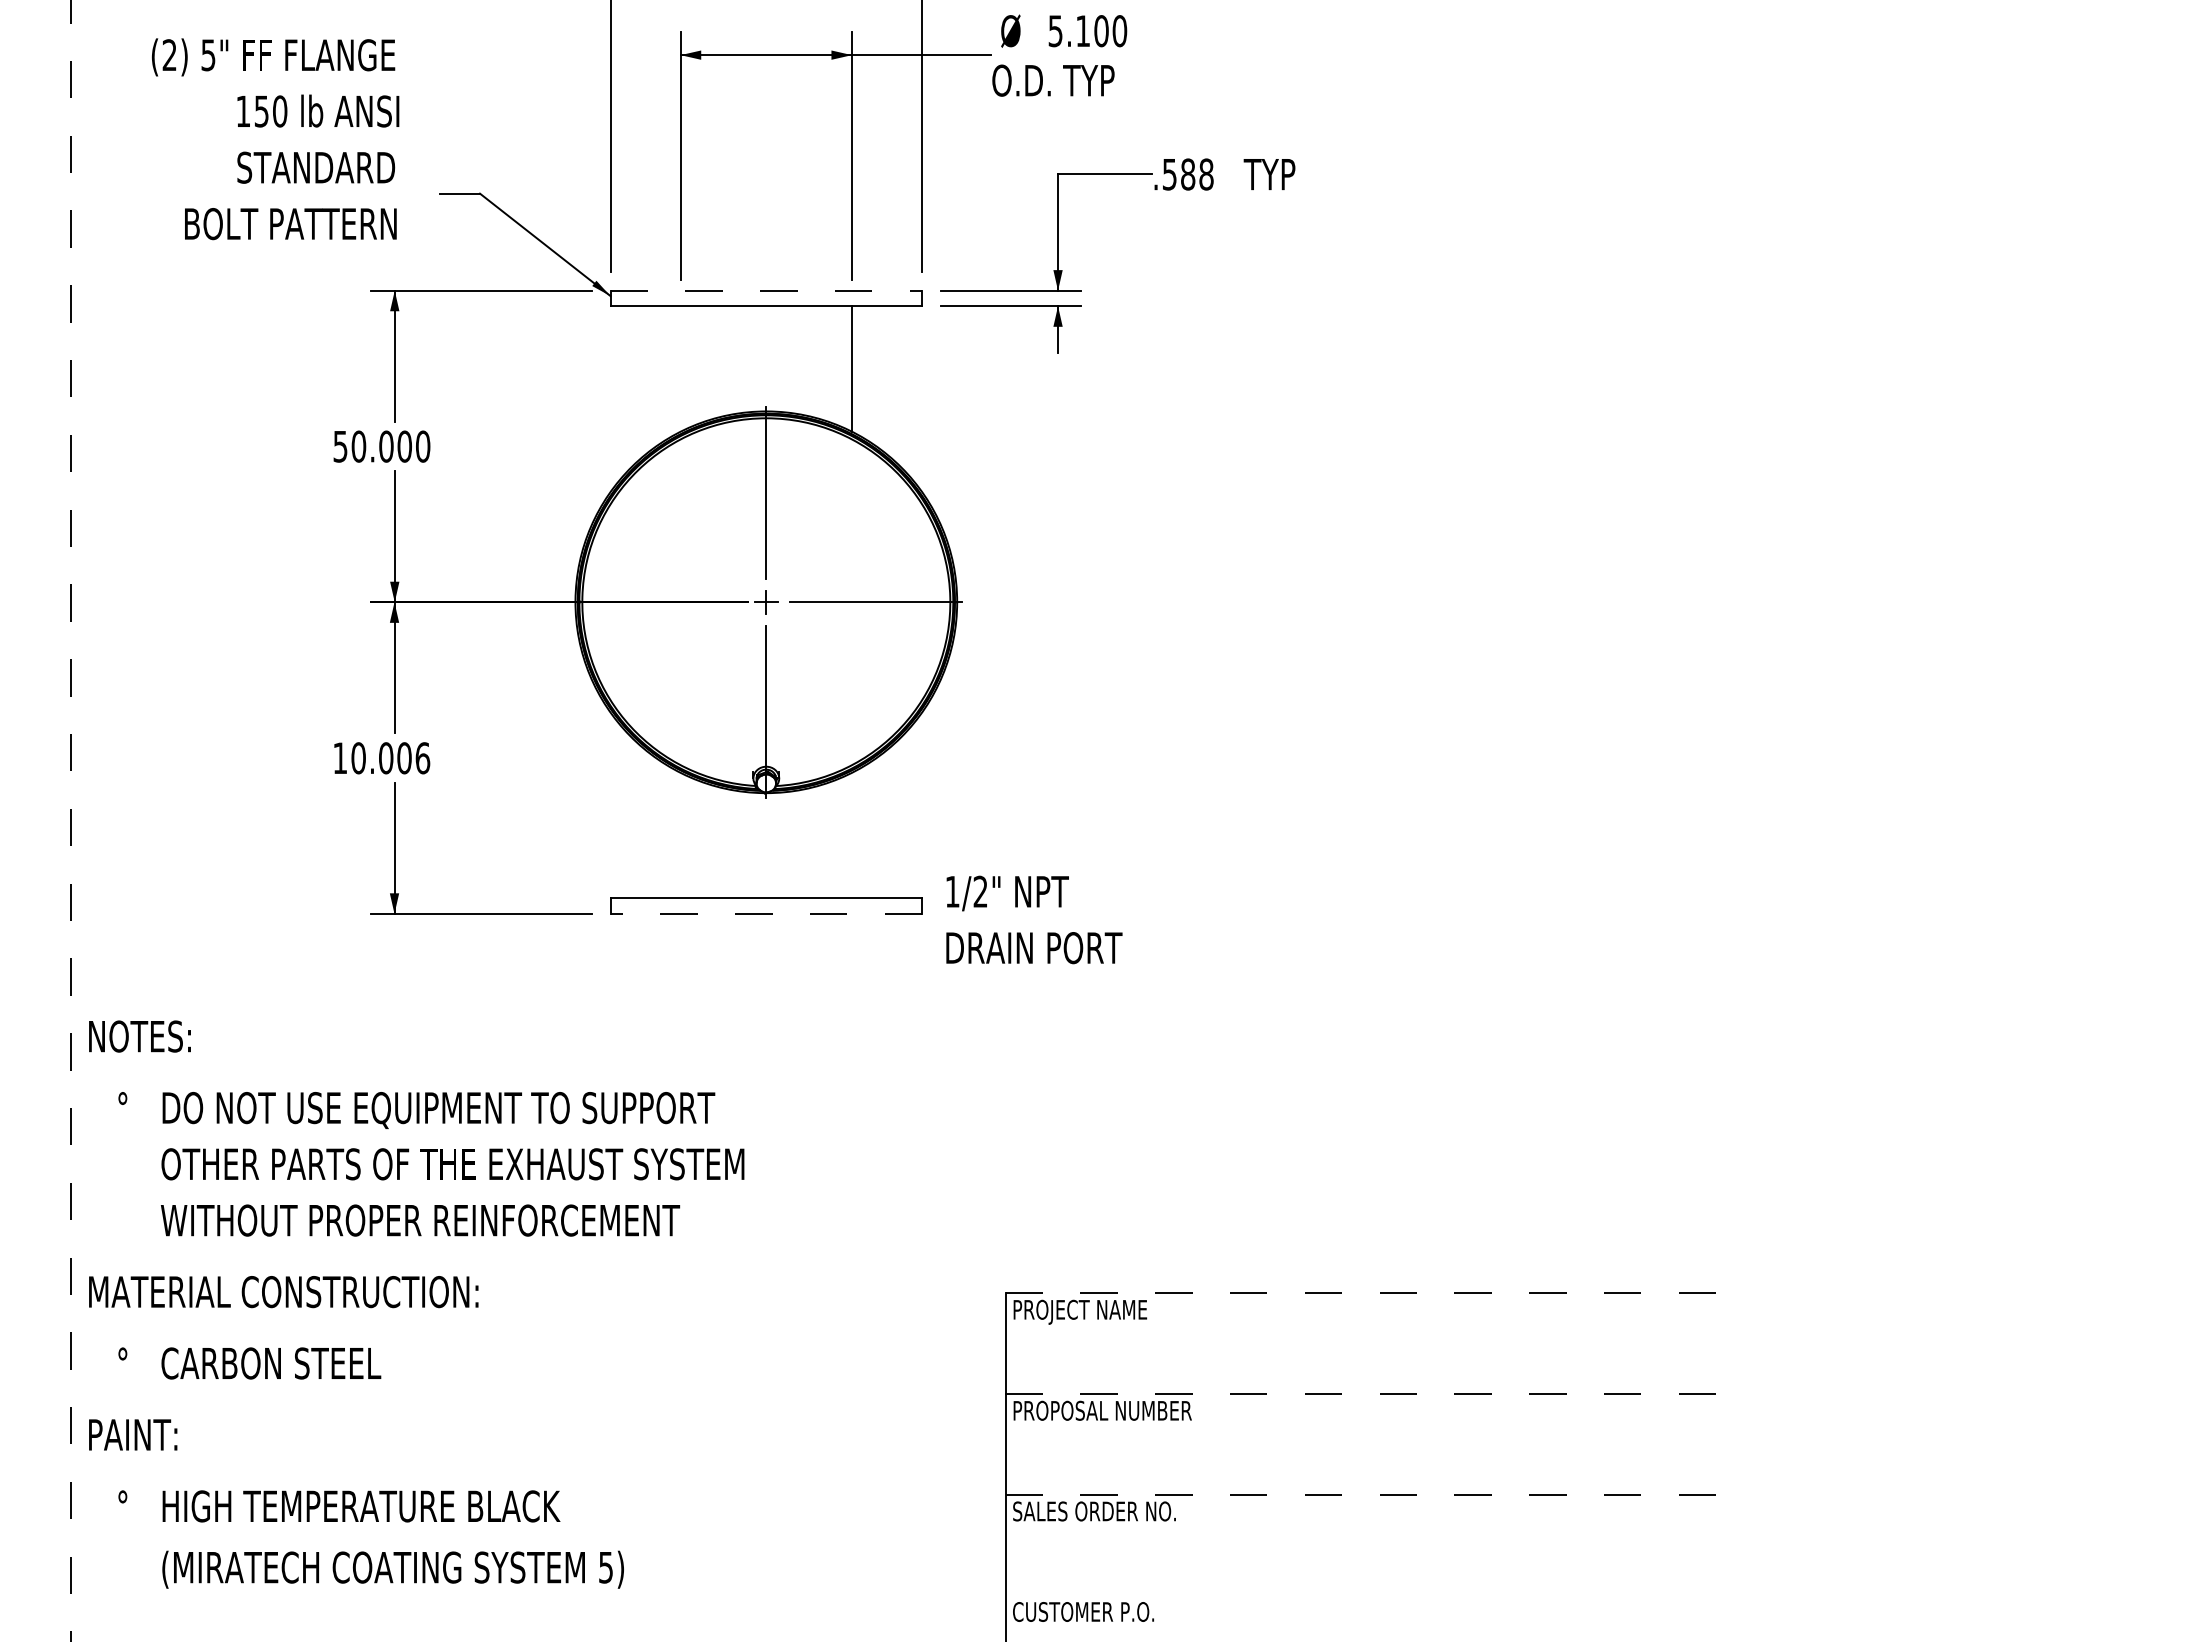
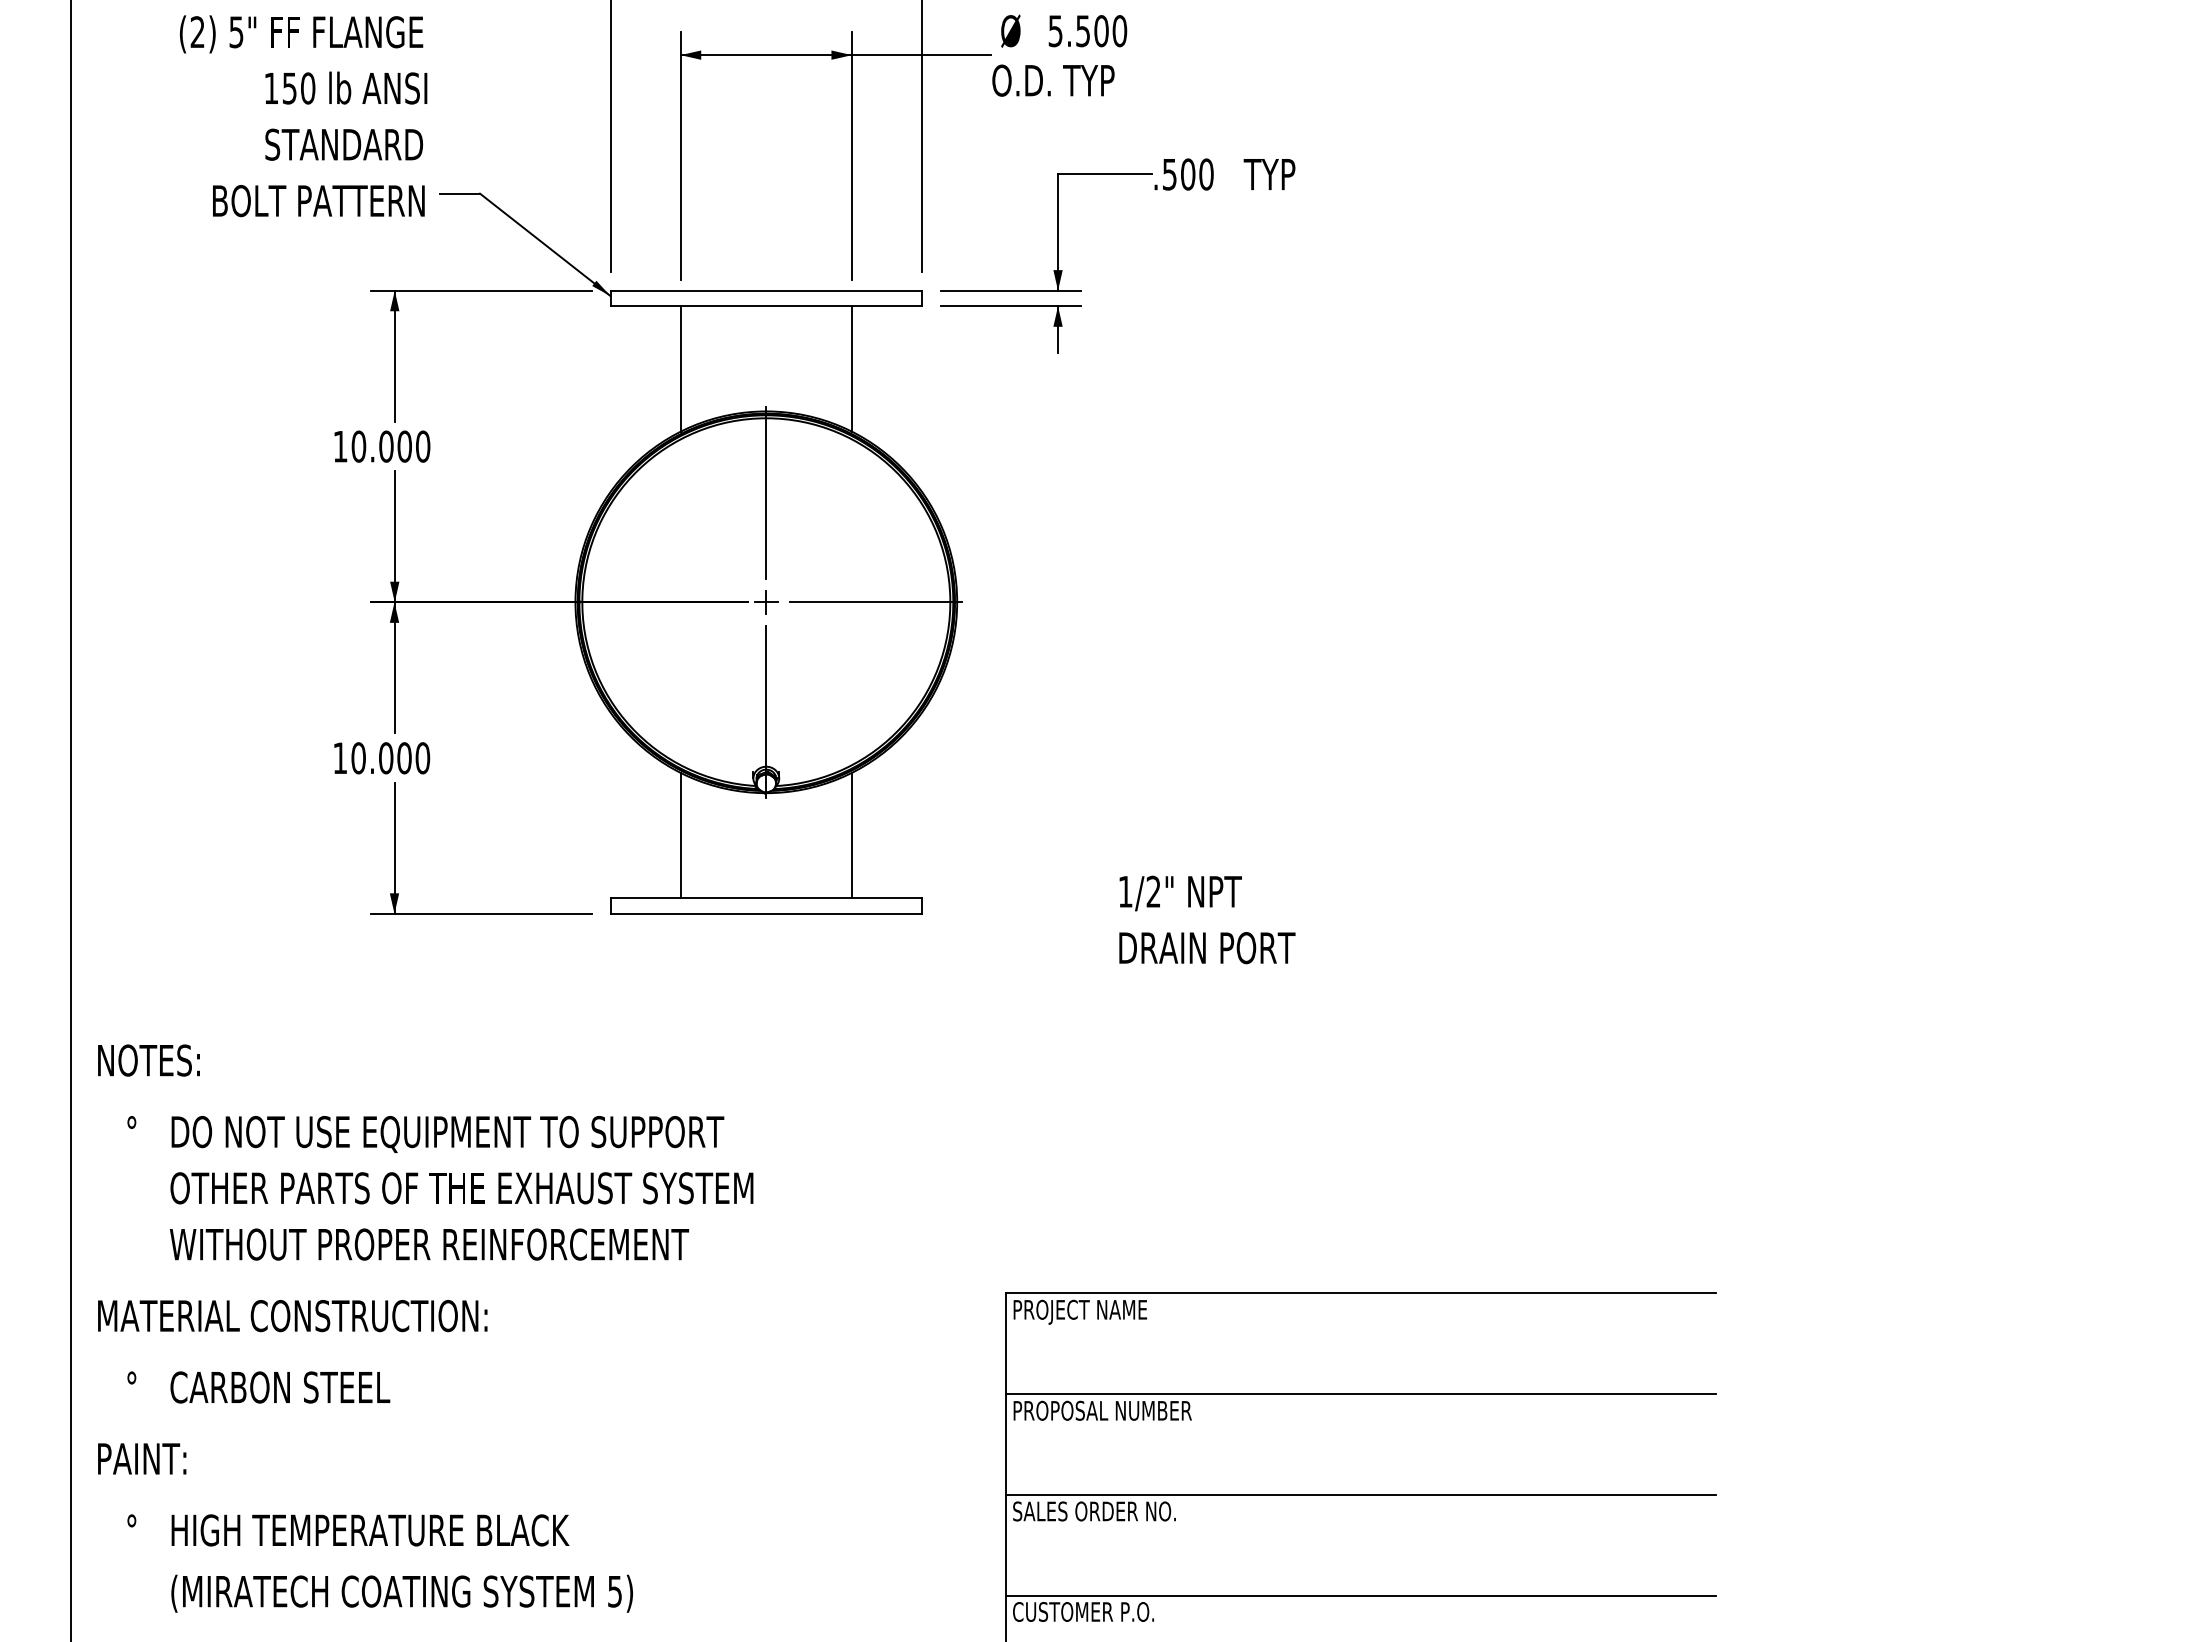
text at (1082, 31): 5.100 -> 5.500
text at (275, 139) position: (275, 139) -> (303, 116)
text at (1197, 174): .588 -> .500
line at (766, 290): dashed -> solid
line at (680, 368): none -> present
text at (340, 446): 50.000 -> 10.000
text at (422, 758): 10.006 -> 10.000
line at (70, 820): dashed -> solid
line at (680, 835): none -> present
line at (852, 835): none -> present
line at (766, 913): dashed -> solid
text at (1034, 919) position: (1034, 919) -> (1207, 919)
line at (1360, 1293): dashed -> solid
text at (416, 1304) position: (416, 1304) -> (425, 1328)
line at (1360, 1393): dashed -> solid
line at (1360, 1494): dashed -> solid
line at (1360, 1595): none -> present
